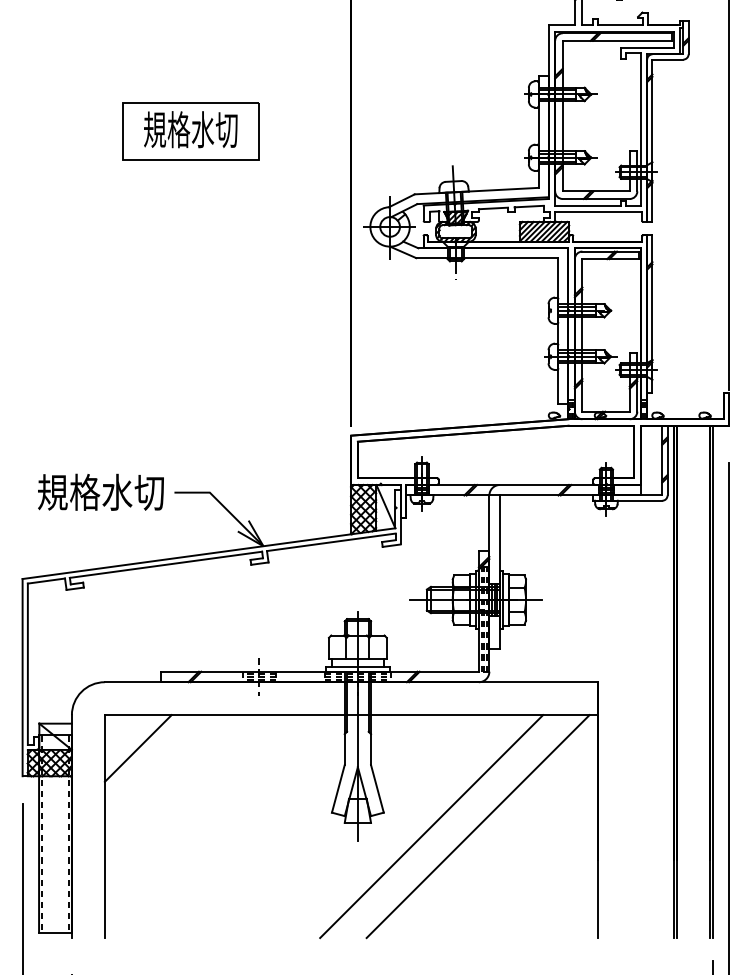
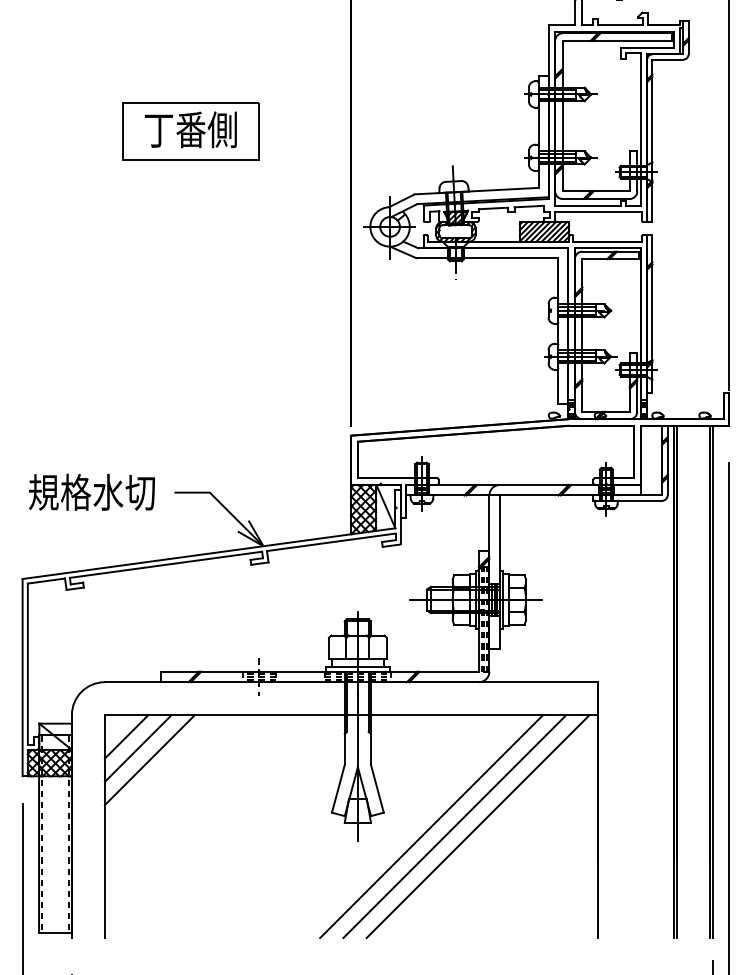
text at (190, 129): 規格水切 -> 丁番側
text at (100, 491) position: (100, 491) -> (91, 491)
line at (126, 736): none -> present
line at (149, 760): none -> present
line at (454, 826): none -> present
